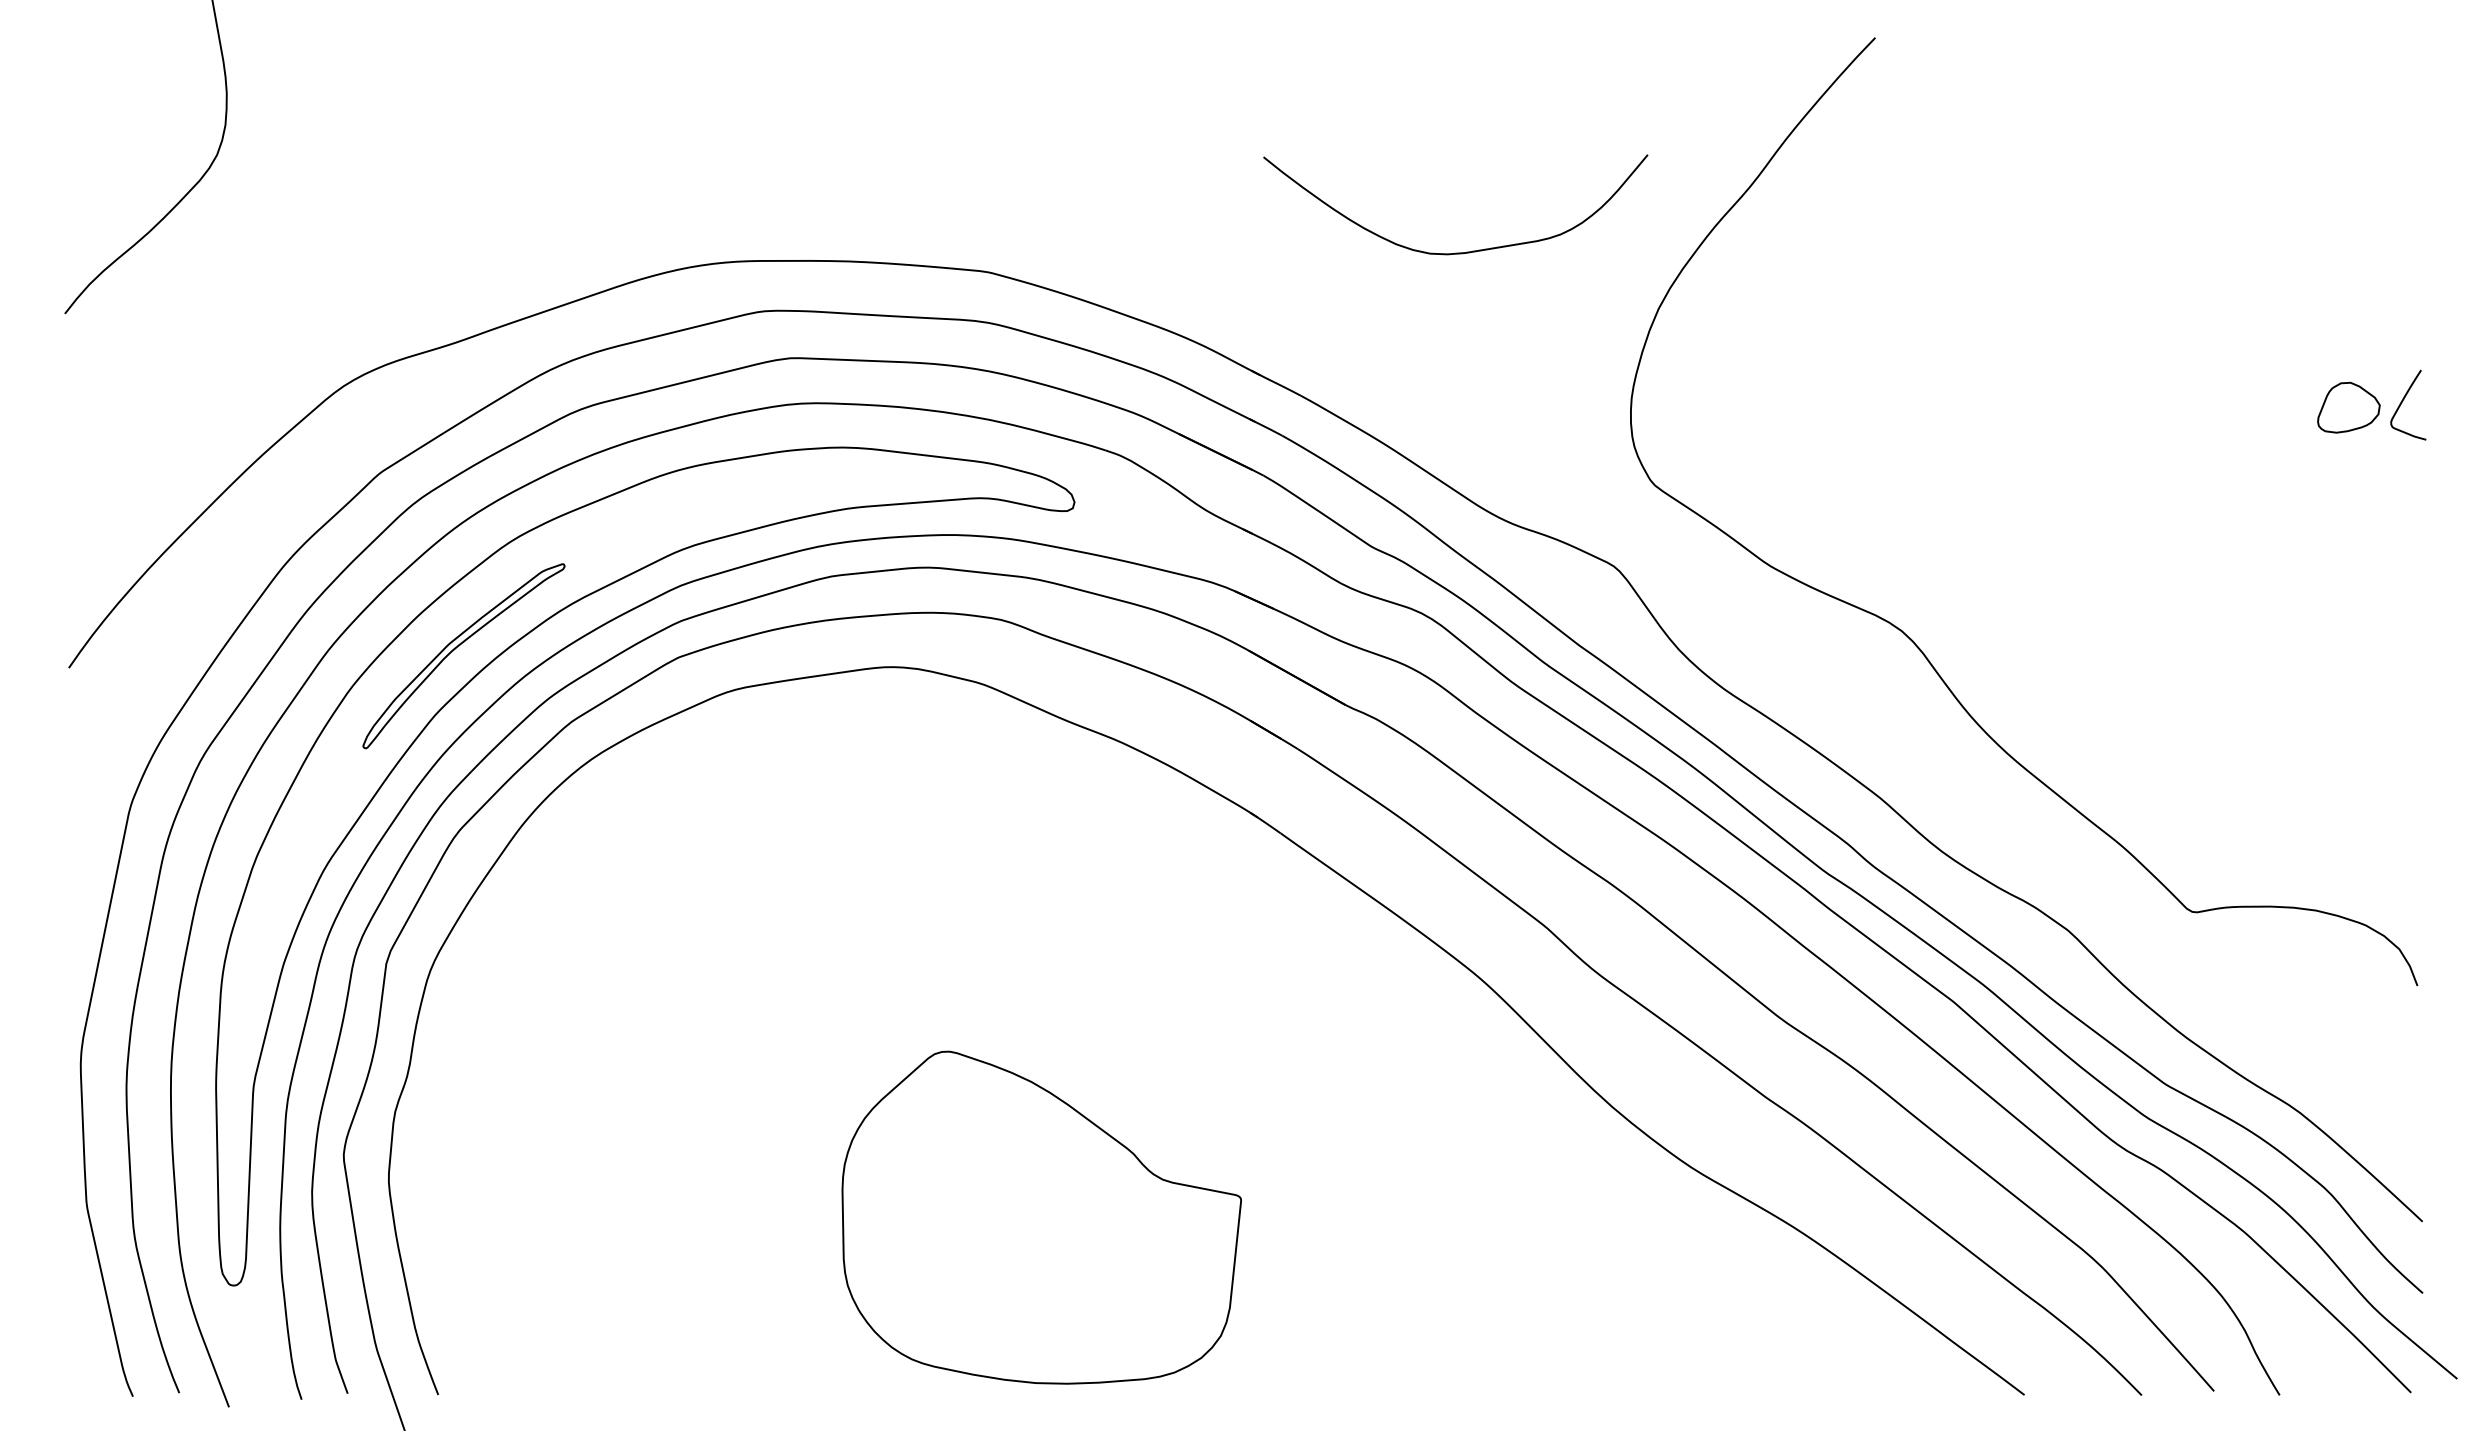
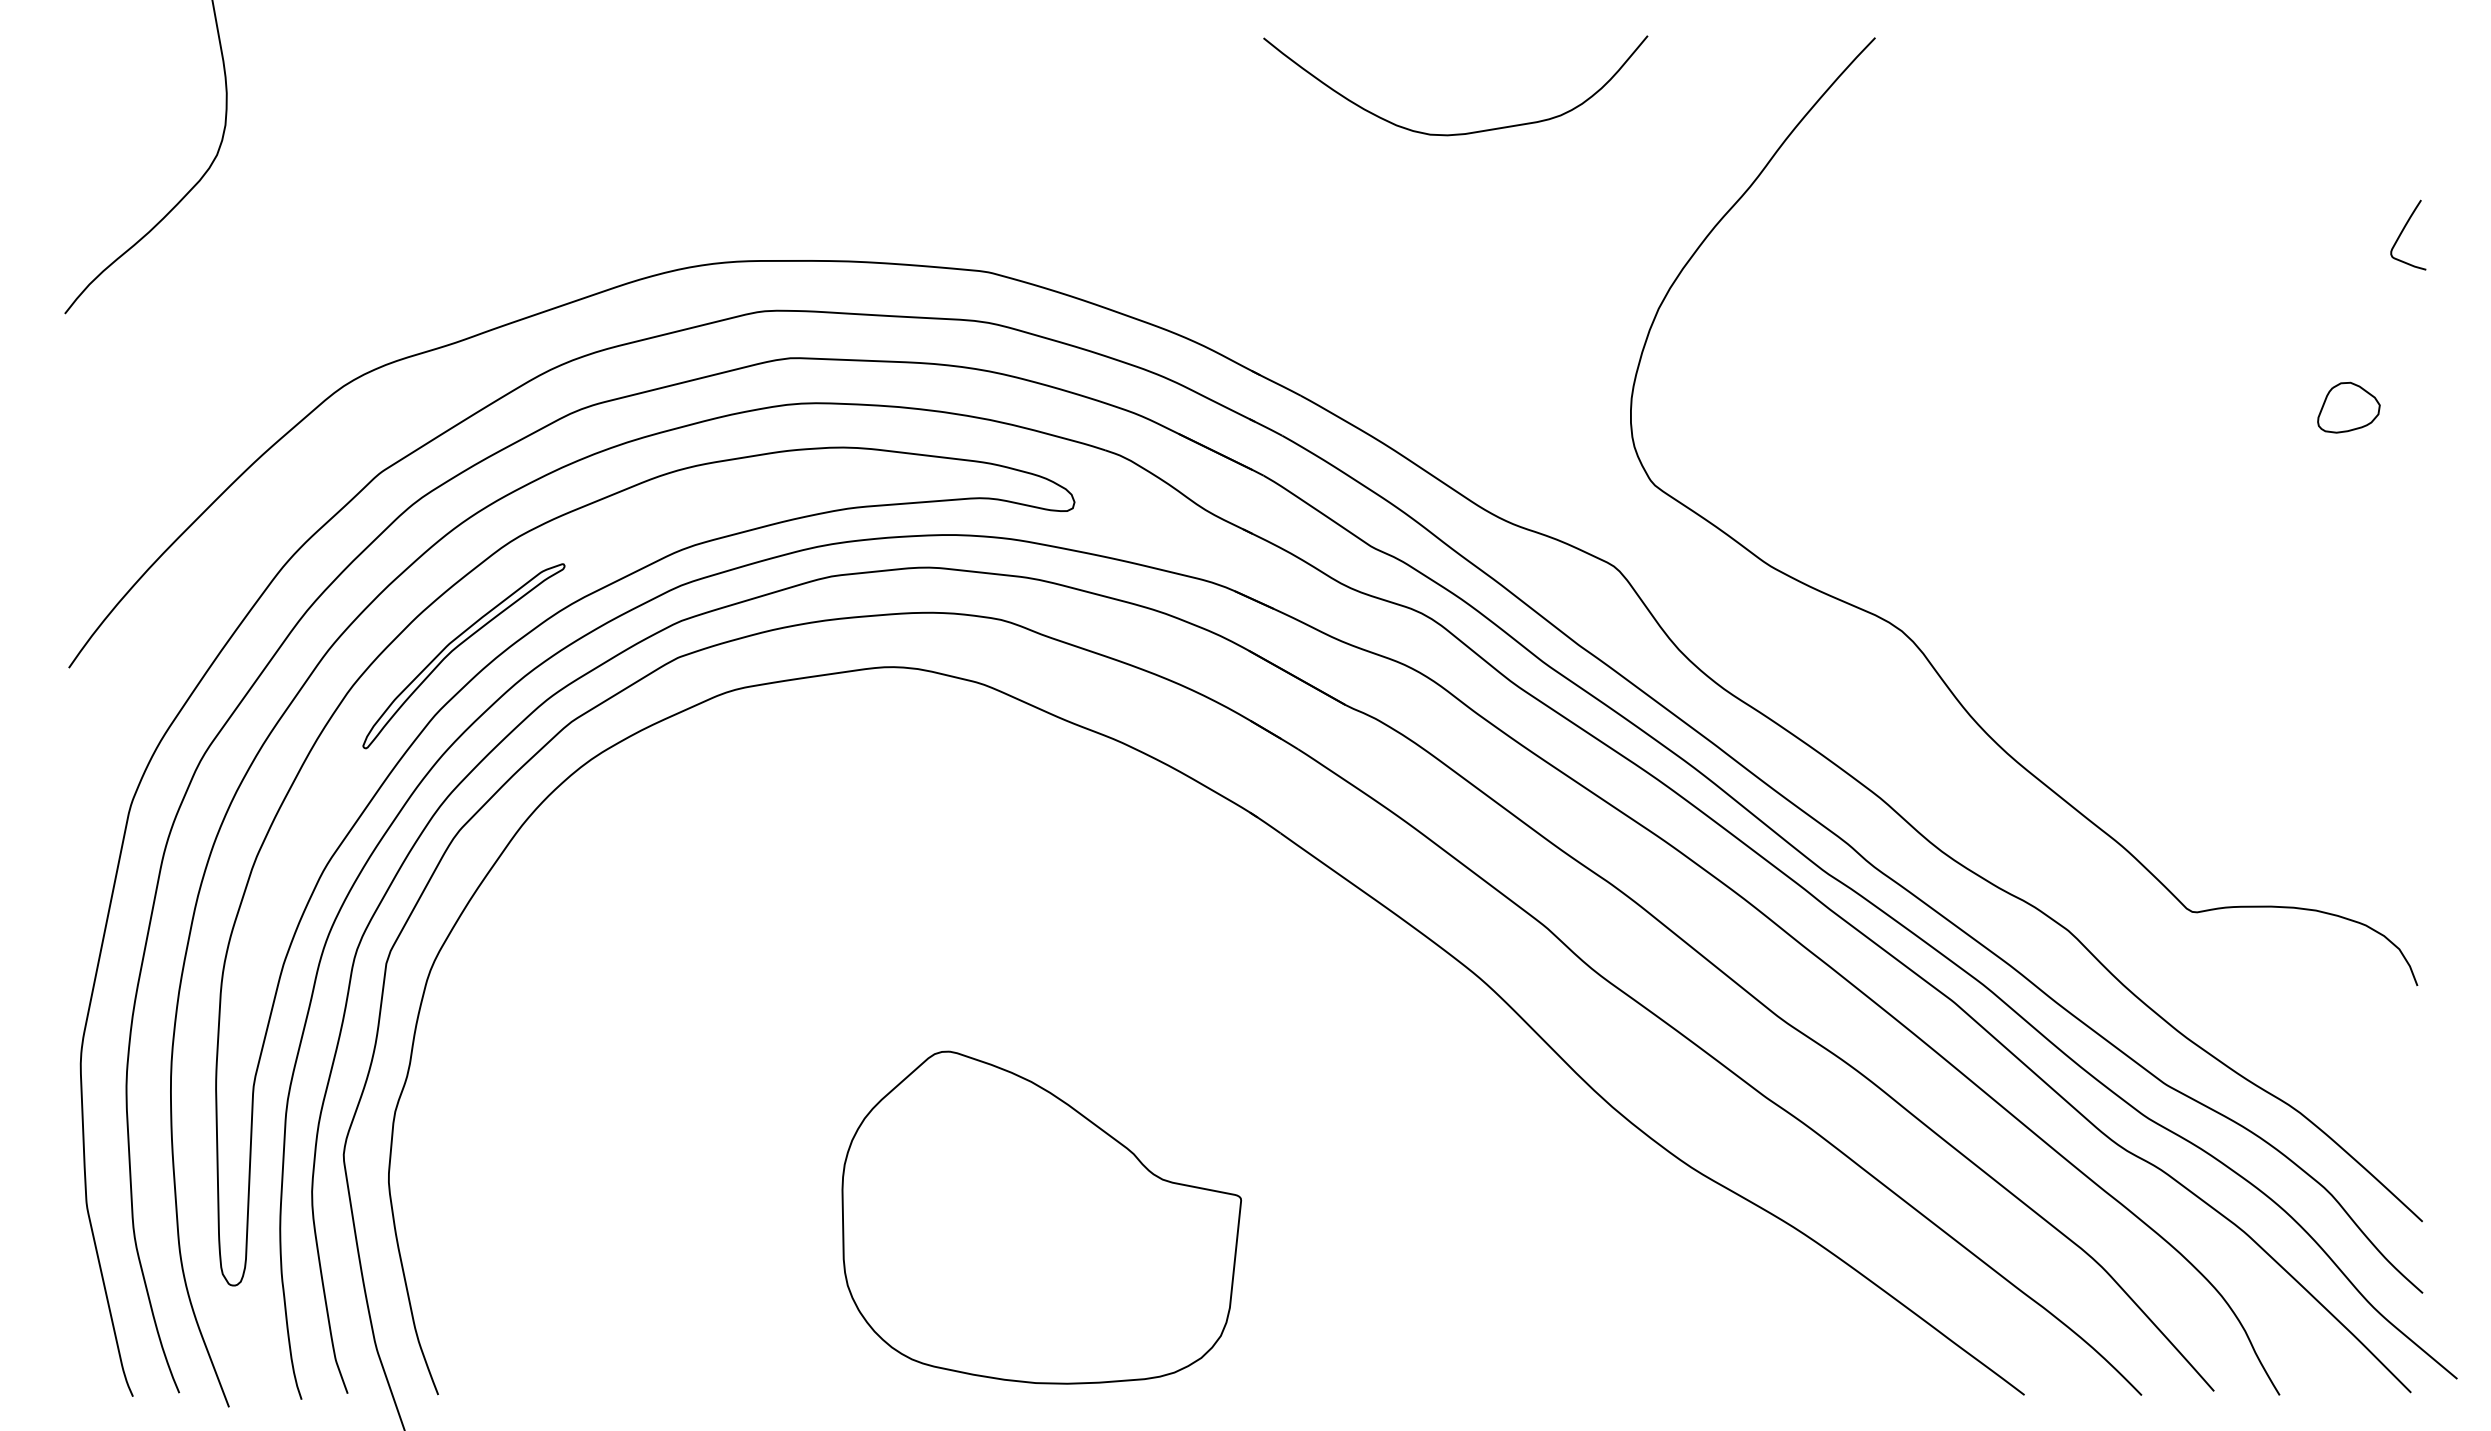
curve at (1455, 252) position: (1455, 252) -> (1455, 133)
curve at (2403, 401) position: (2403, 401) -> (2403, 231)
